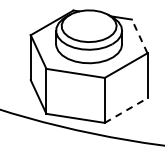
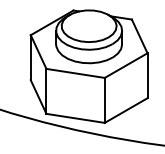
line at (139, 36): dashed -> solid
line at (126, 110): dashed -> solid
